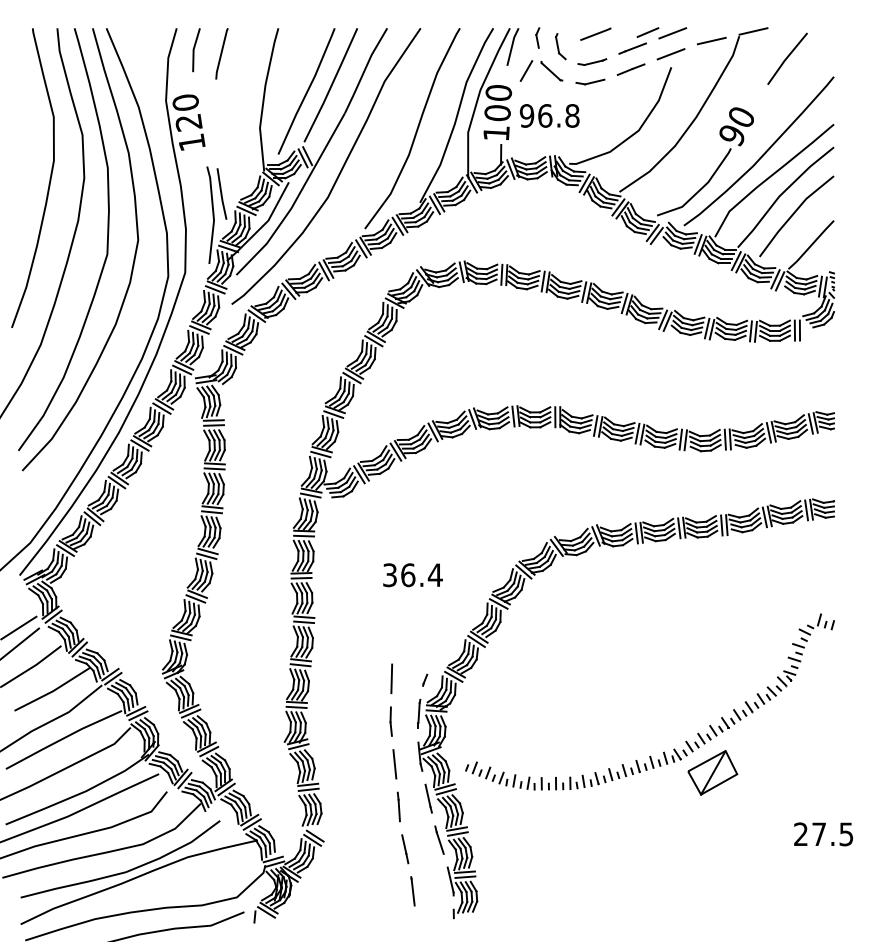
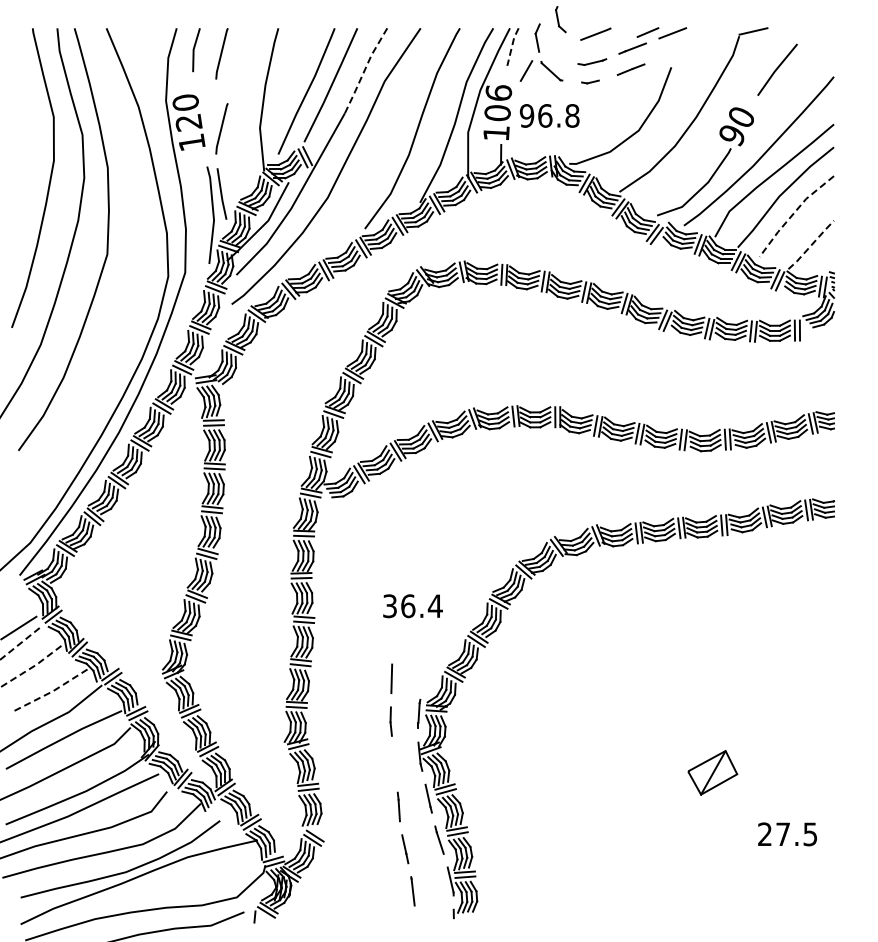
part at (537, 37) size: 6x22 px -> 7x30 px
line at (711, 40): present -> none
line at (512, 45): solid -> dashed
part at (560, 46) position: (560, 46) -> (560, 19)
line at (670, 54): present -> none
line at (787, 58) position: (787, 58) -> (777, 69)
line at (364, 70): solid -> dashed
part at (590, 81) size: 31x8 px -> 19x6 px
text at (498, 92): 100 -> 106
line at (221, 128): none -> present
line at (793, 213): solid -> dashed
line at (811, 244): solid -> dashed
curve at (133, 258): present -> none
text at (412, 575) position: (412, 575) -> (412, 606)
line at (19, 644): solid -> dashed
line at (32, 667): solid -> dashed
line at (425, 679): present -> none
line at (53, 691): solid -> dashed
part at (664, 751): present -> none
line at (394, 764): present -> none
text at (823, 834) position: (823, 834) -> (787, 834)
